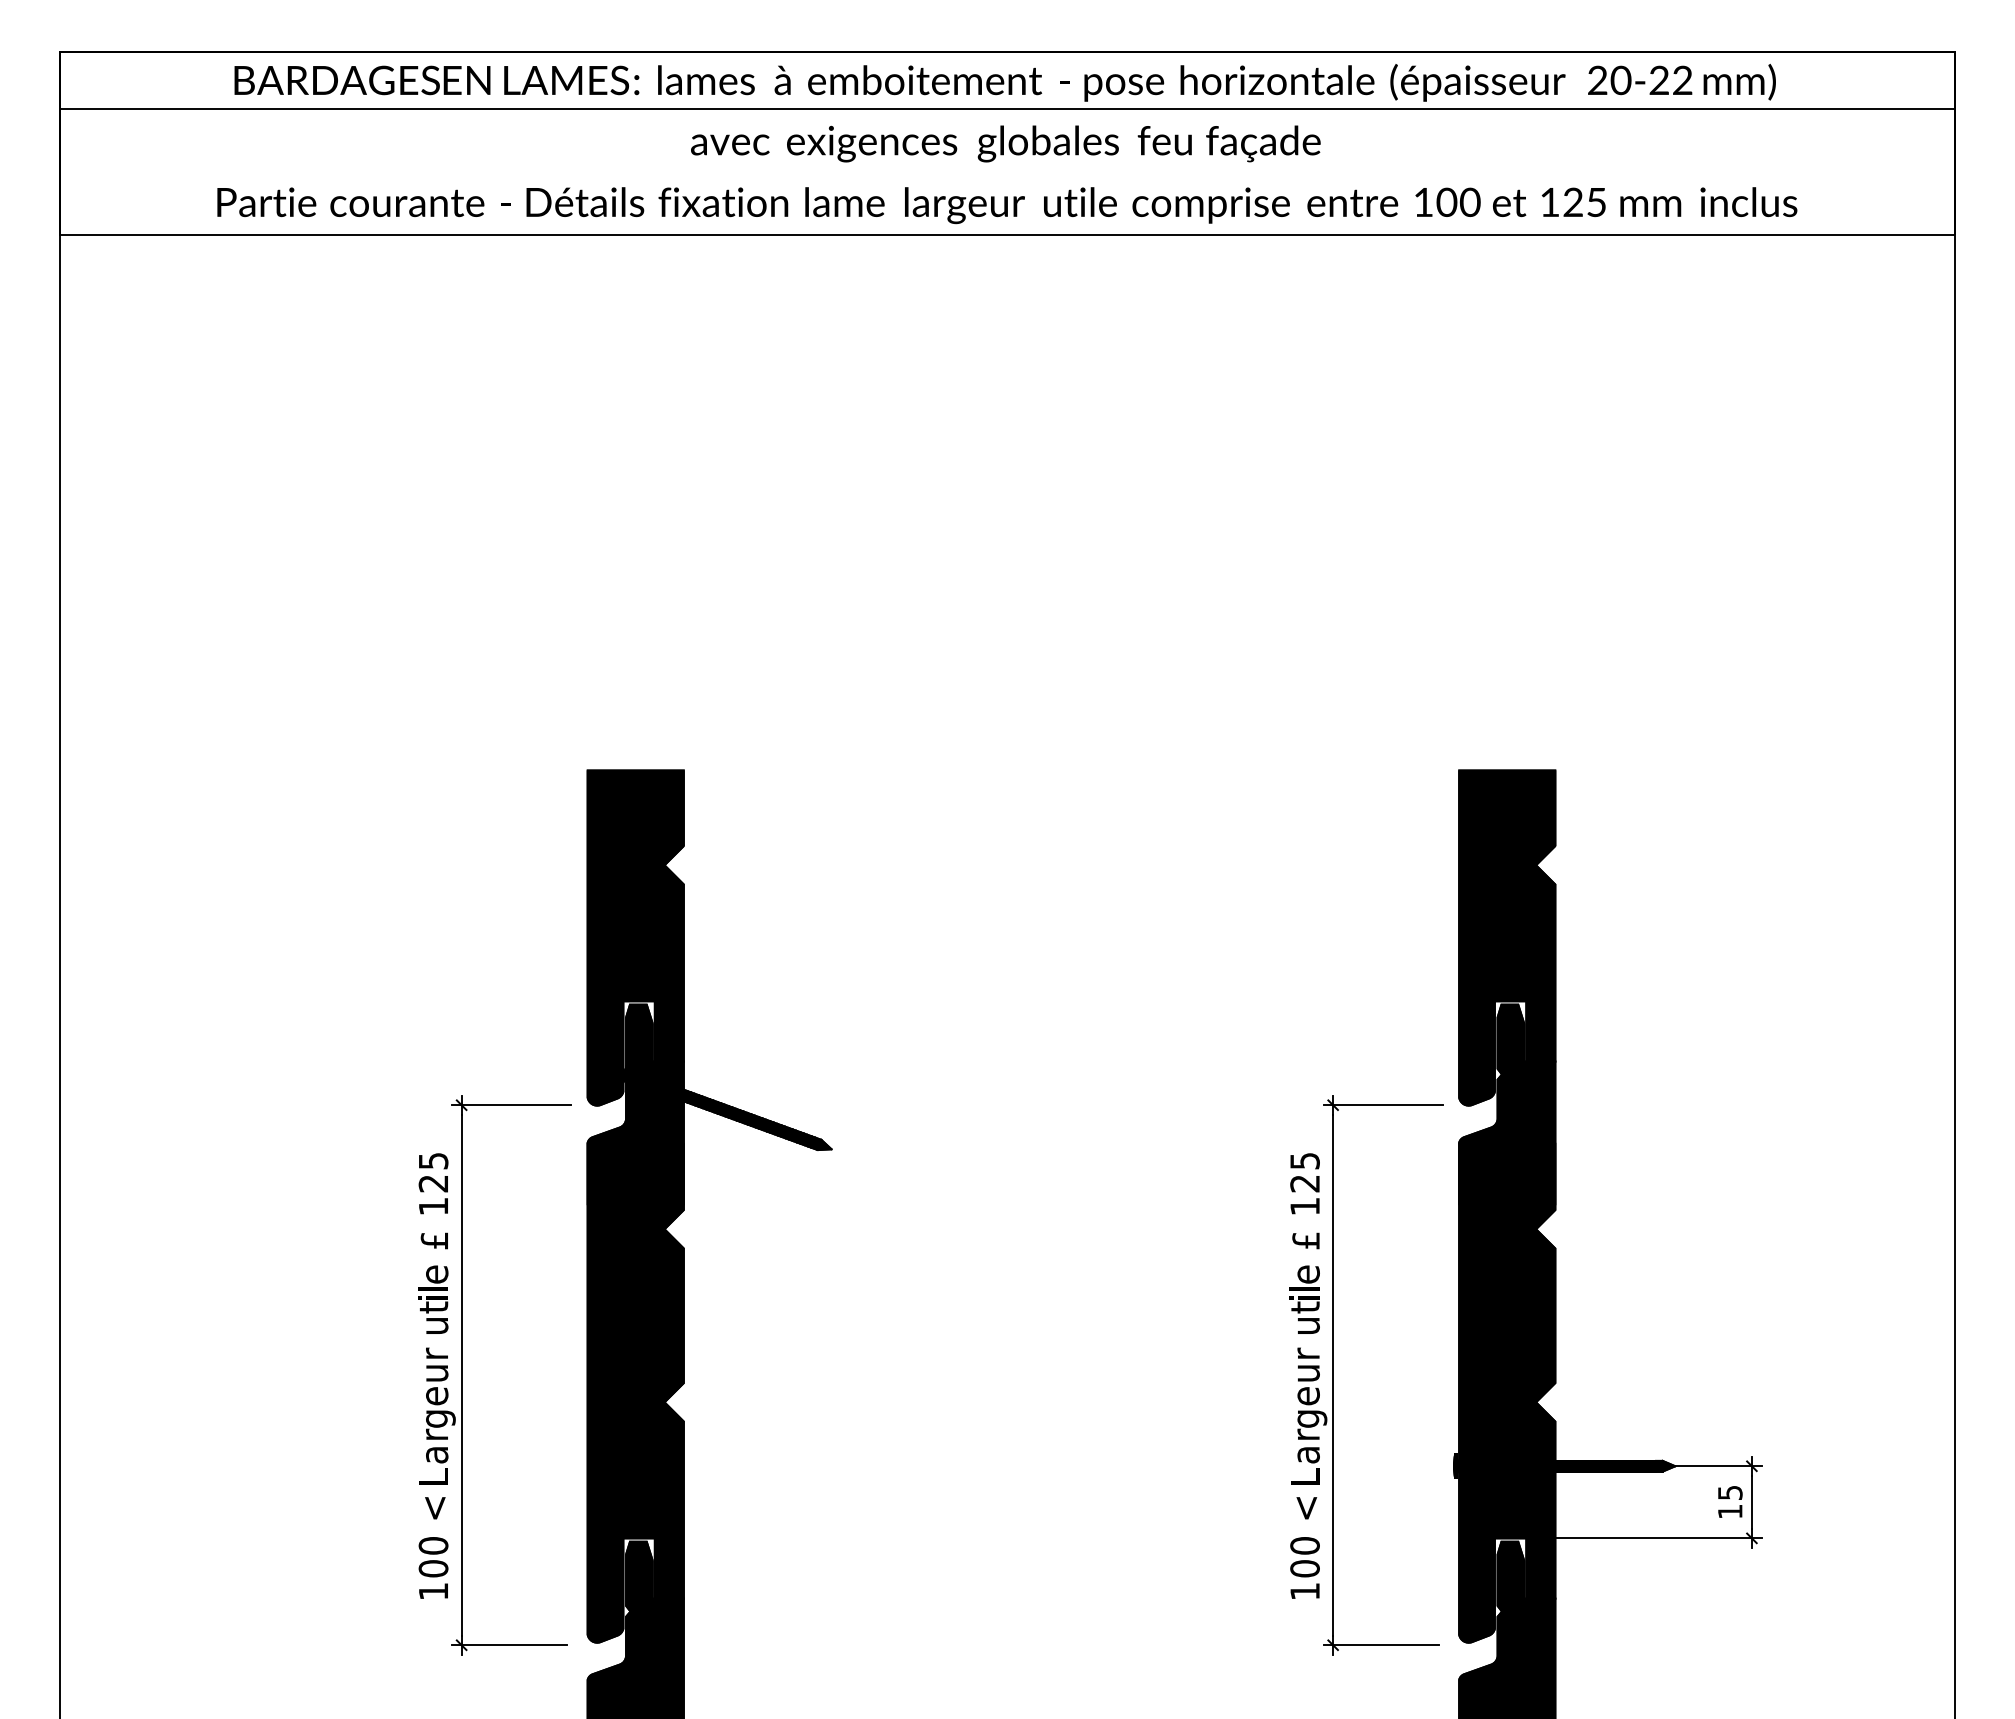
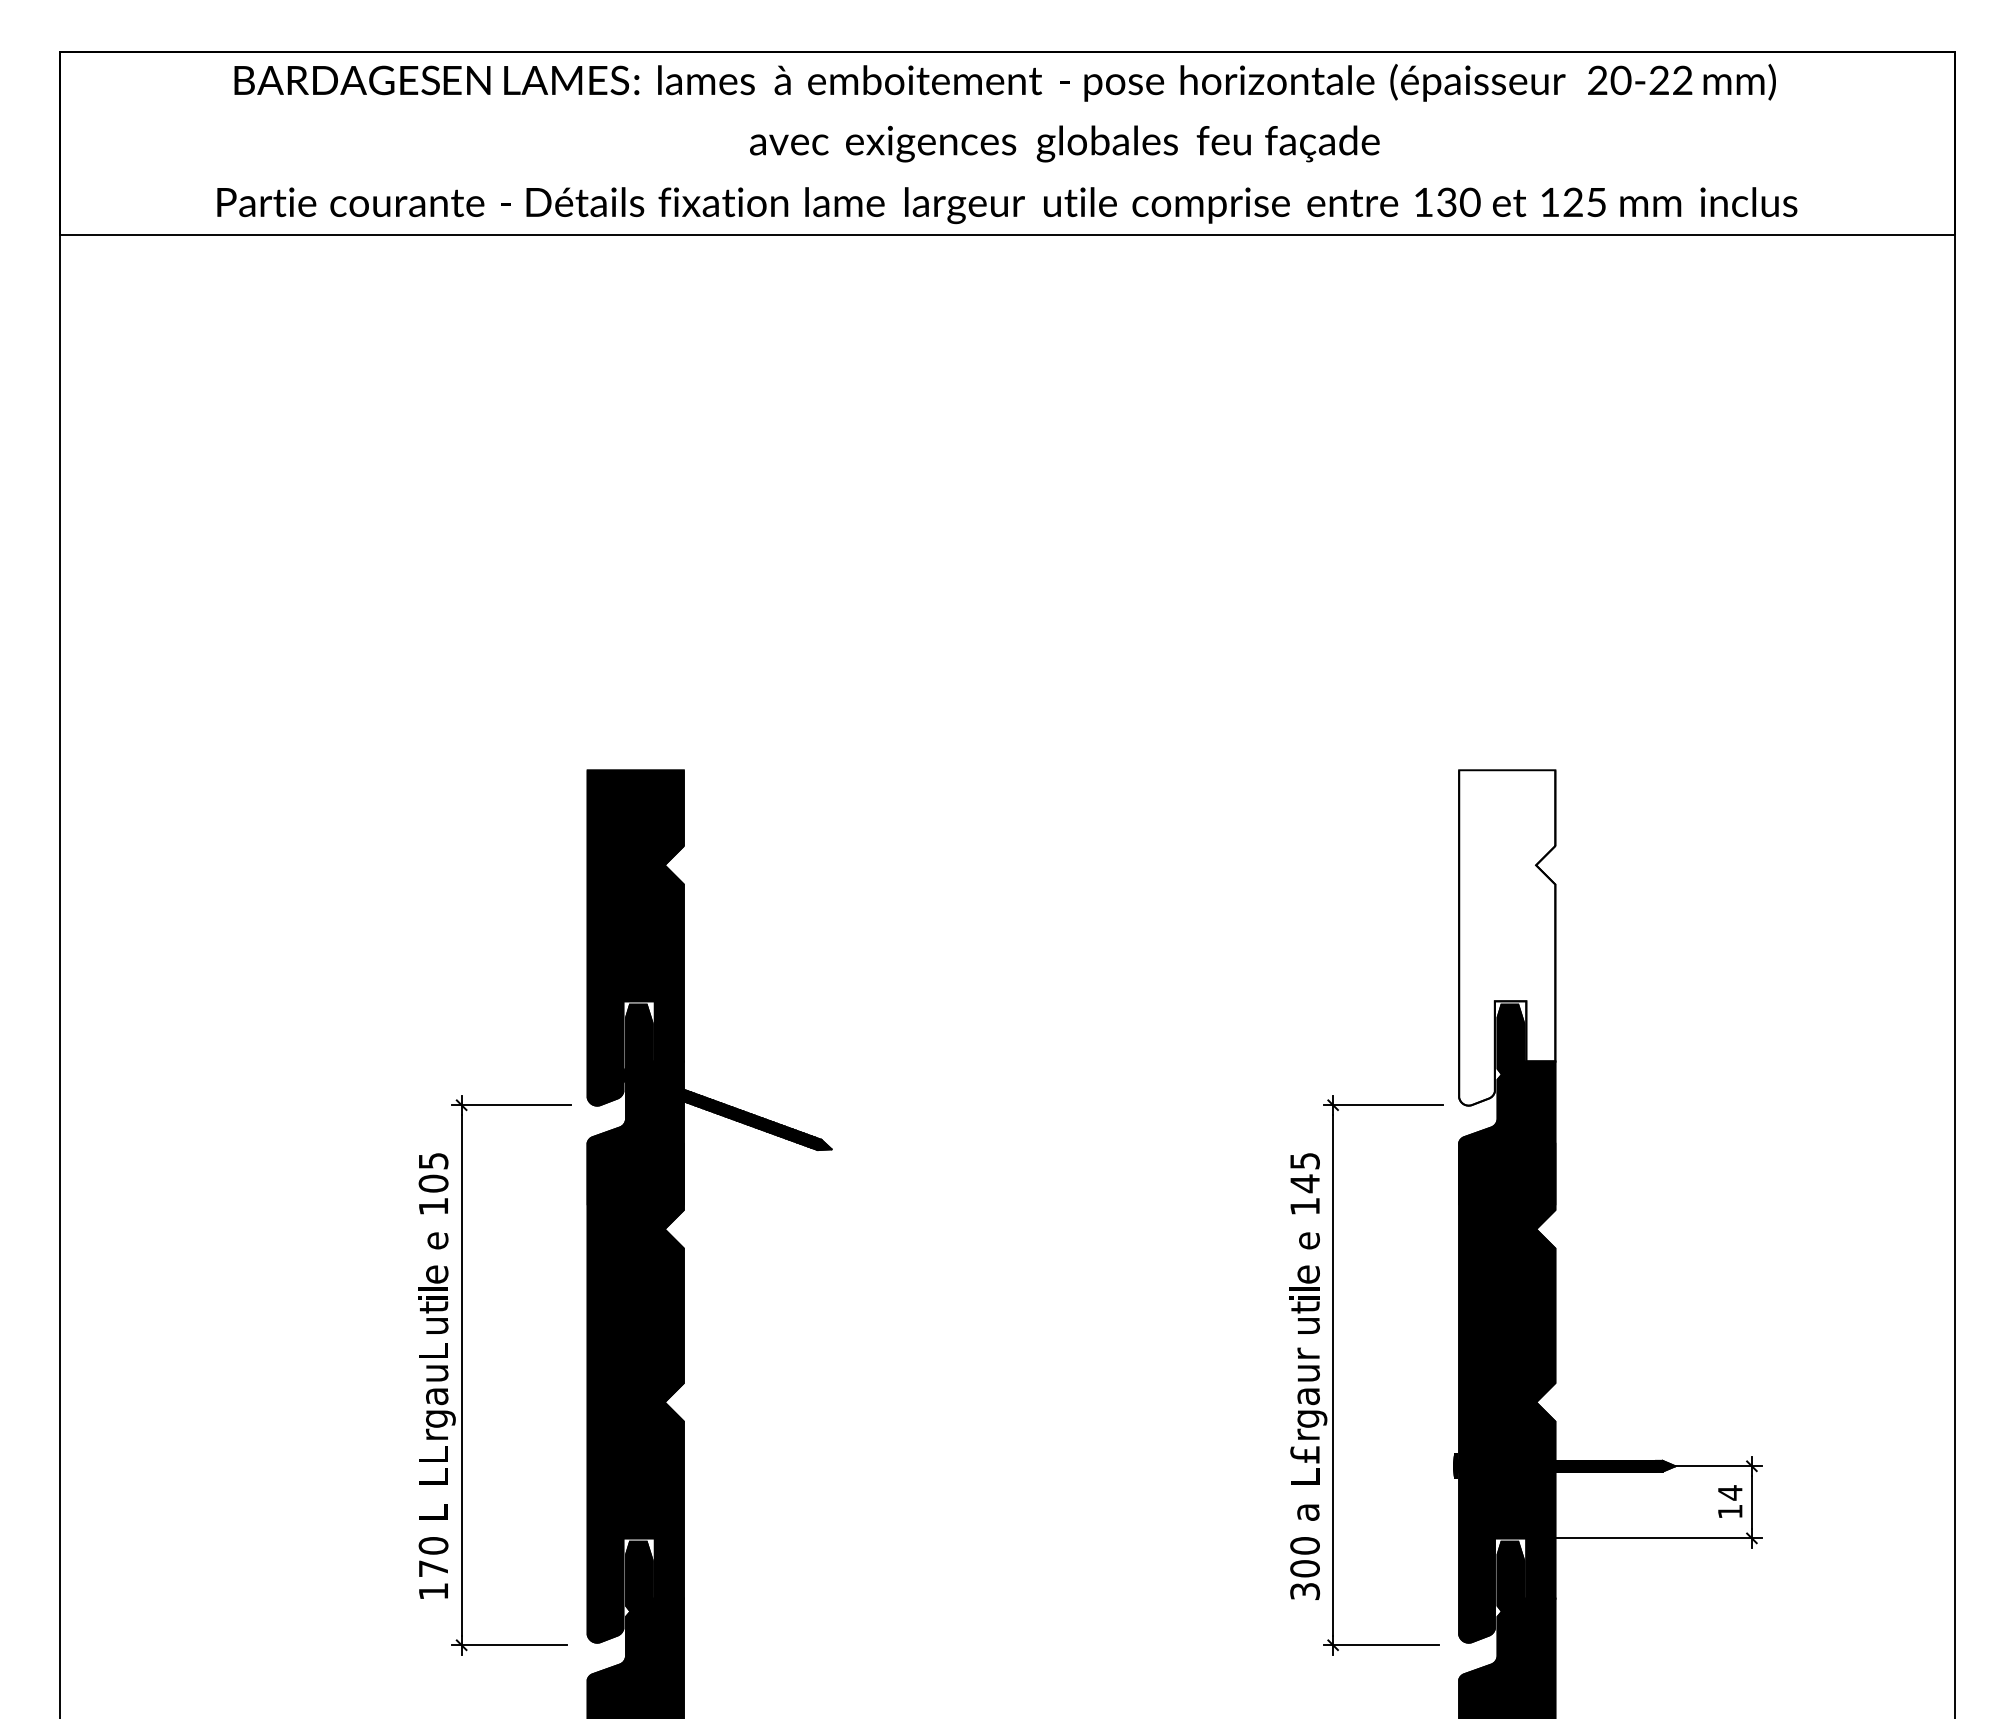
line at (1007, 109): present -> none
text at (1005, 143) position: (1005, 143) -> (1064, 143)
text at (1446, 202): 100 -> 130
fill at (1507, 937): present -> none
text at (433, 1183): 2 -> 0
text at (1304, 1183): 2 -> 4
text at (434, 1240): £ -> e
text at (1305, 1240): £ -> e
text at (433, 1350): r -> L
text at (437, 1396): e -> a
text at (1308, 1396): e -> a
text at (433, 1454): a -> L
text at (1304, 1454): a -> £
text at (1730, 1492): 15 -> 14
text at (433, 1508): < -> L
text at (1307, 1508): < -> a
text at (433, 1568): 0 -> 7
text at (1305, 1591): 1 -> 3
